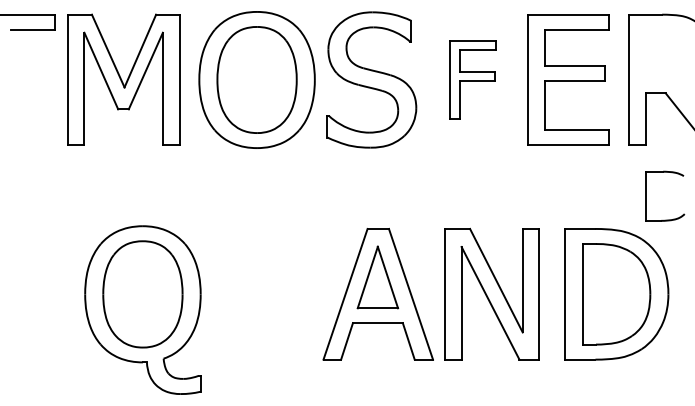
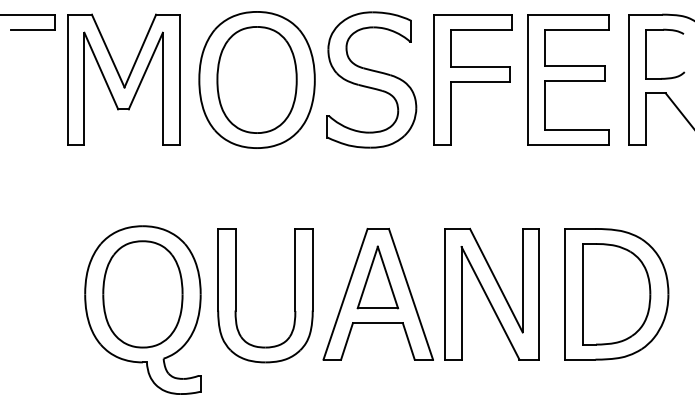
part at (472, 79) size: 48x80 px -> 80x132 px
part at (646, 195) position: (646, 195) -> (646, 53)
part at (236, 295): none -> present
